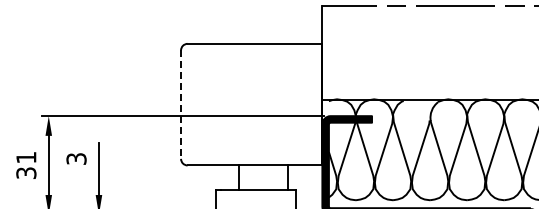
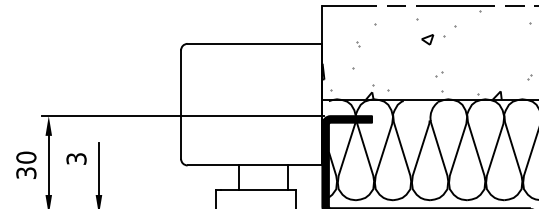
hatch at (426, 54): none -> present
line at (181, 105): dashed -> solid
text at (26, 157): 31 -> 30
